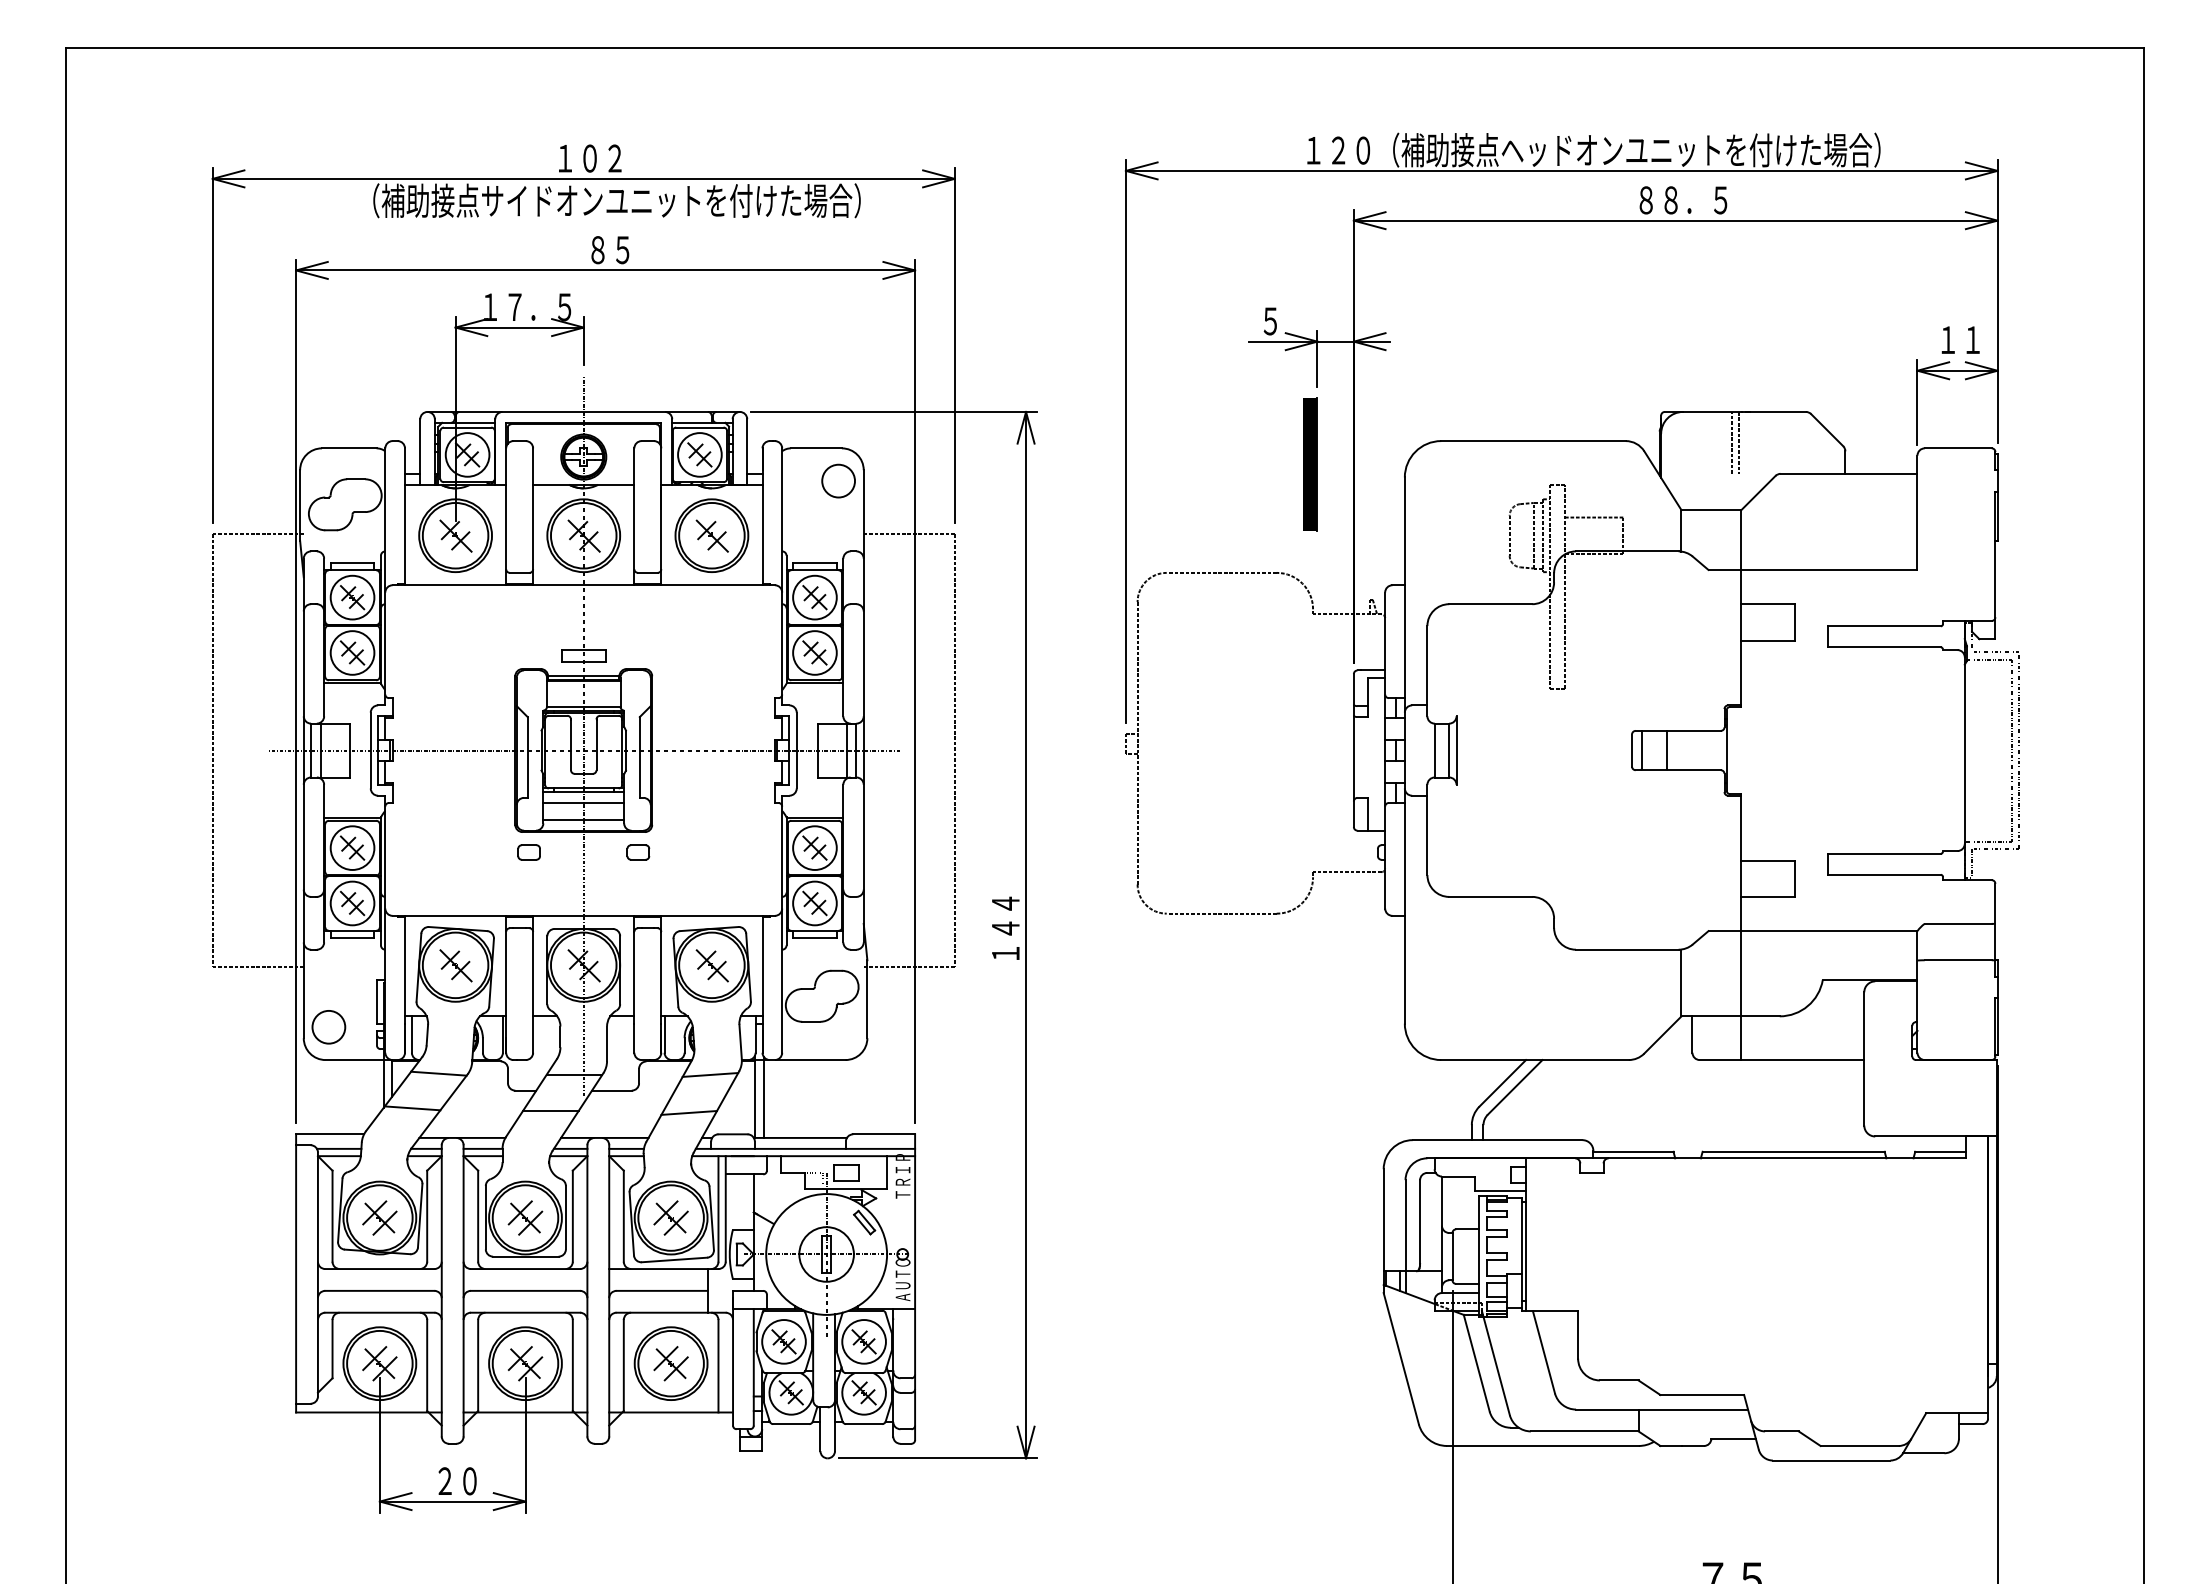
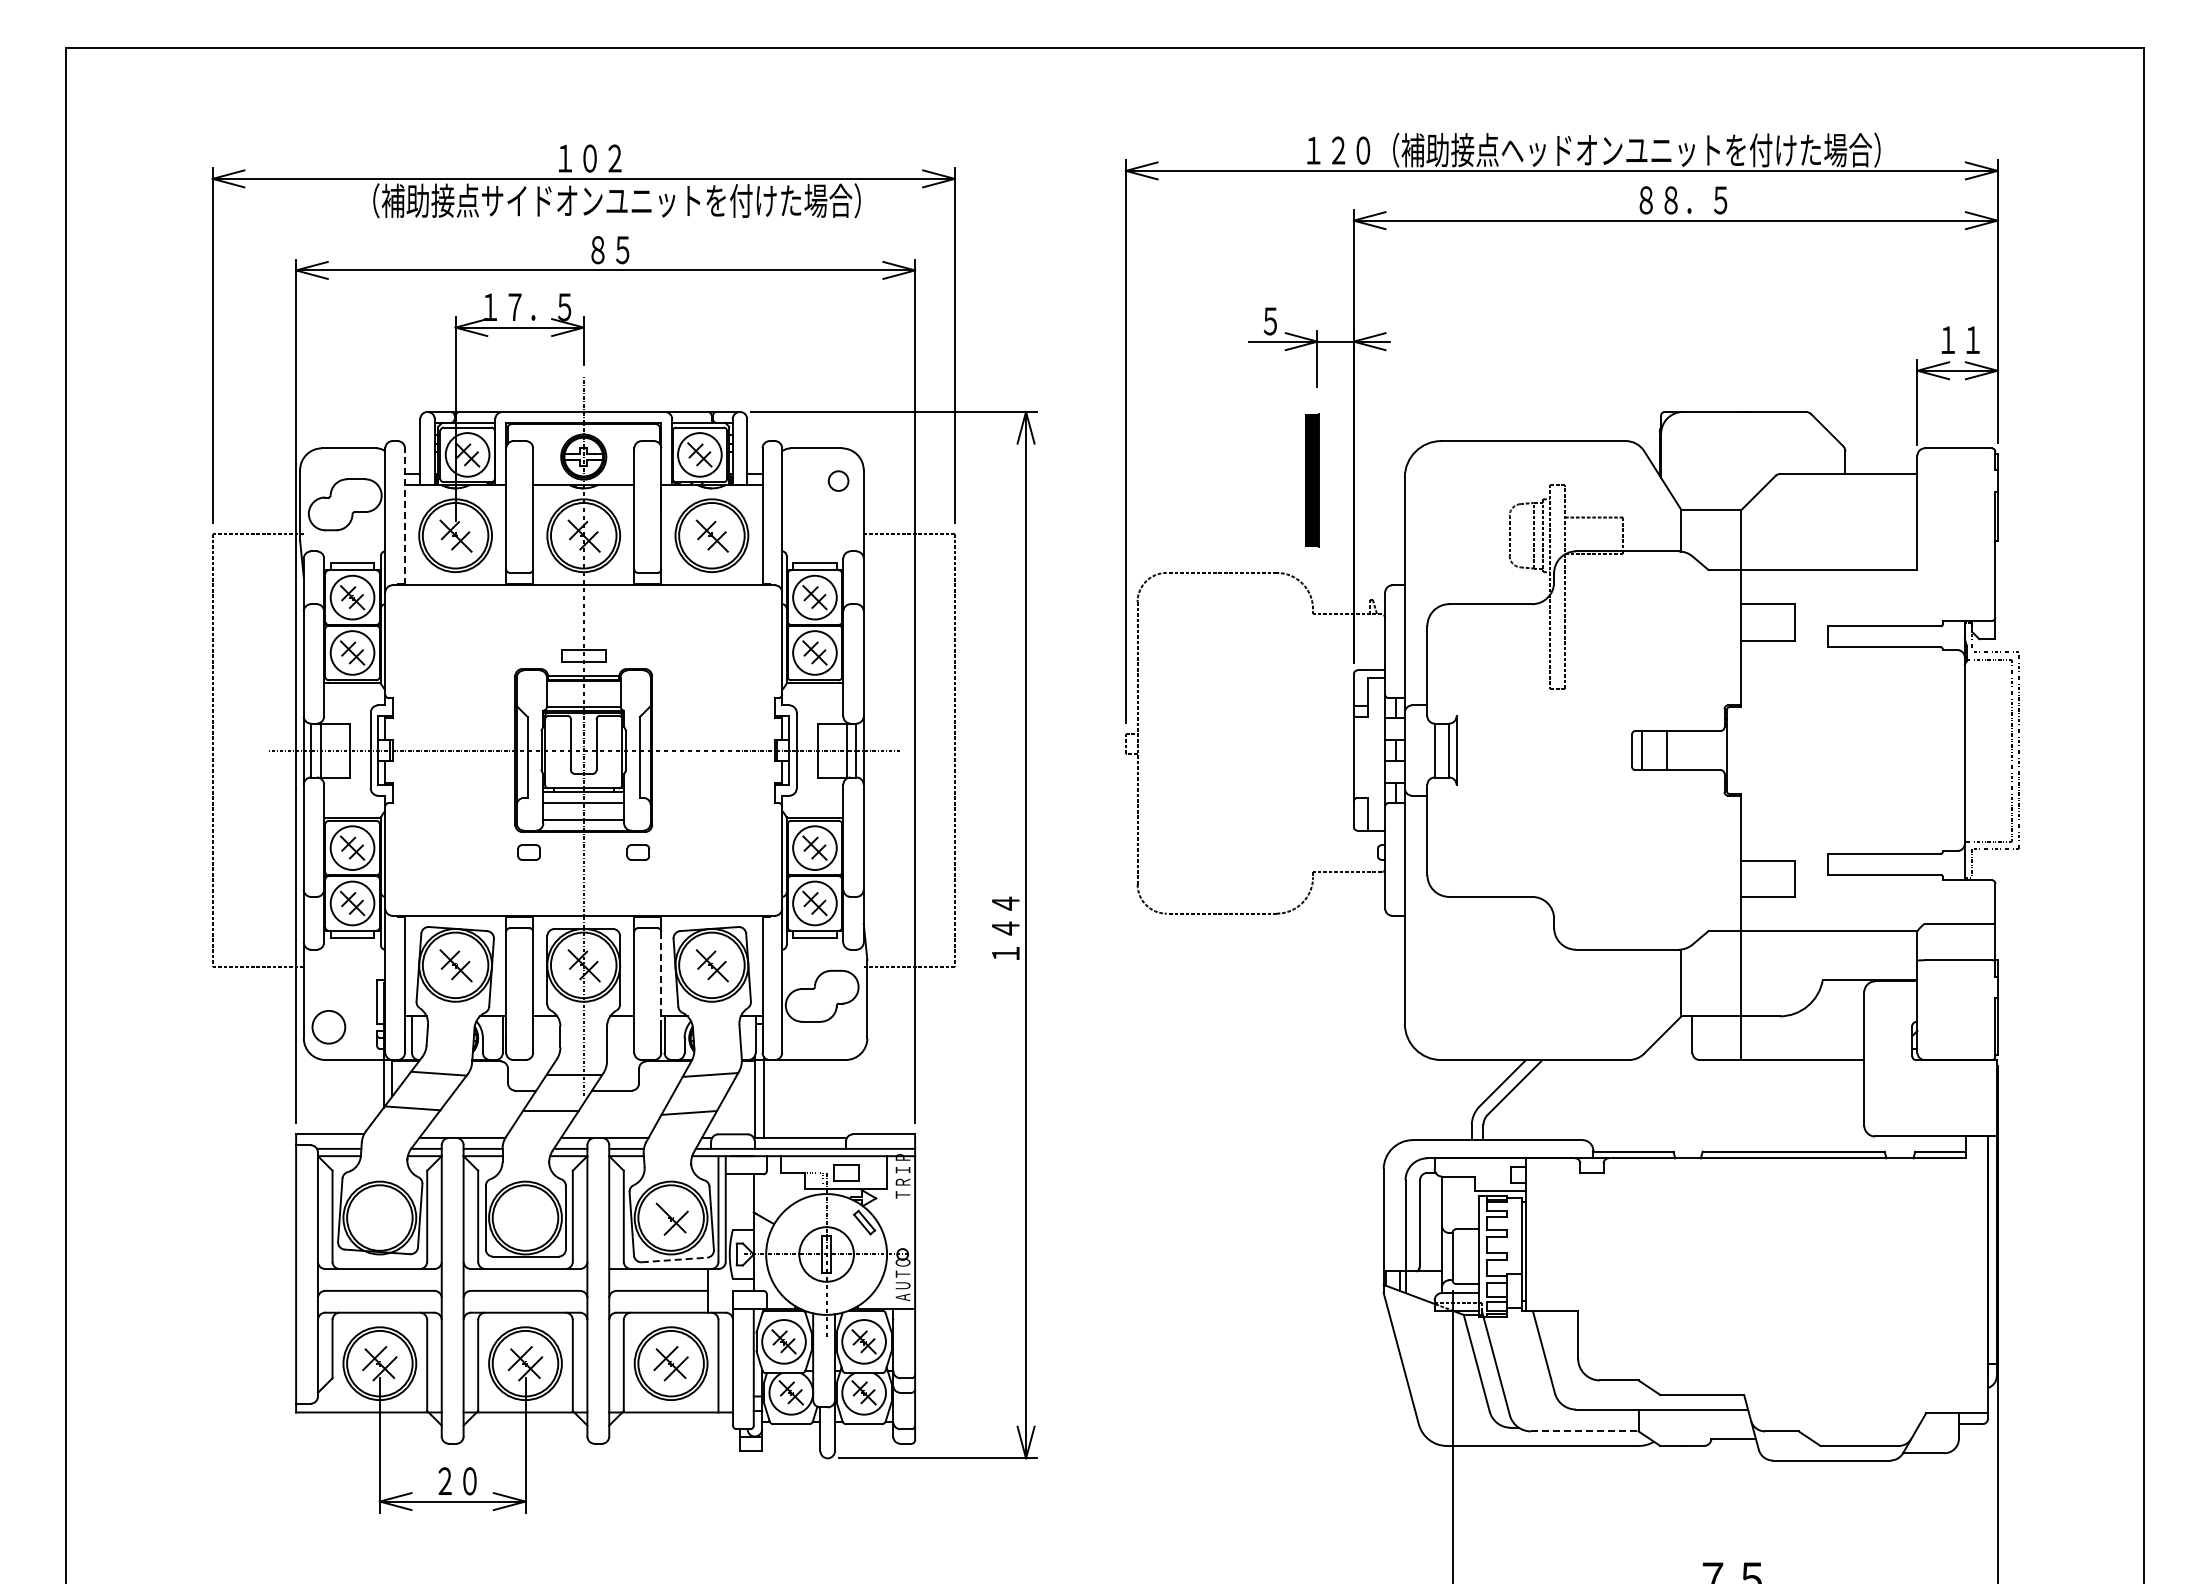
line at (1731, 442): present -> none
line at (1739, 442): present -> none
part at (1310, 464) position: (1310, 464) -> (1312, 480)
circle at (838, 480) diameter: 33 px -> 20 px
line at (404, 516): solid -> dashed
line at (661, 977): solid -> dashed
line at (665, 1212): present -> none
part at (379, 1217): present -> none
part at (525, 1217): present -> none
line at (674, 1259): solid -> dashed
line at (1584, 1431): solid -> dashed
